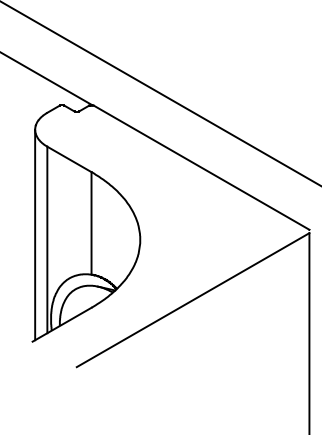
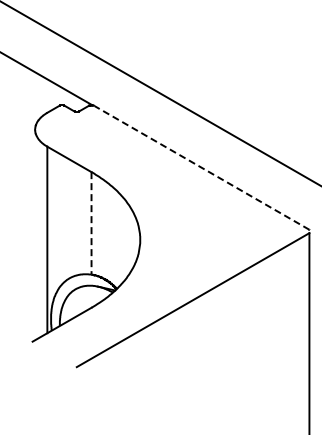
line at (201, 167): solid -> dashed
line at (91, 223): solid -> dashed
line at (35, 234): present -> none
